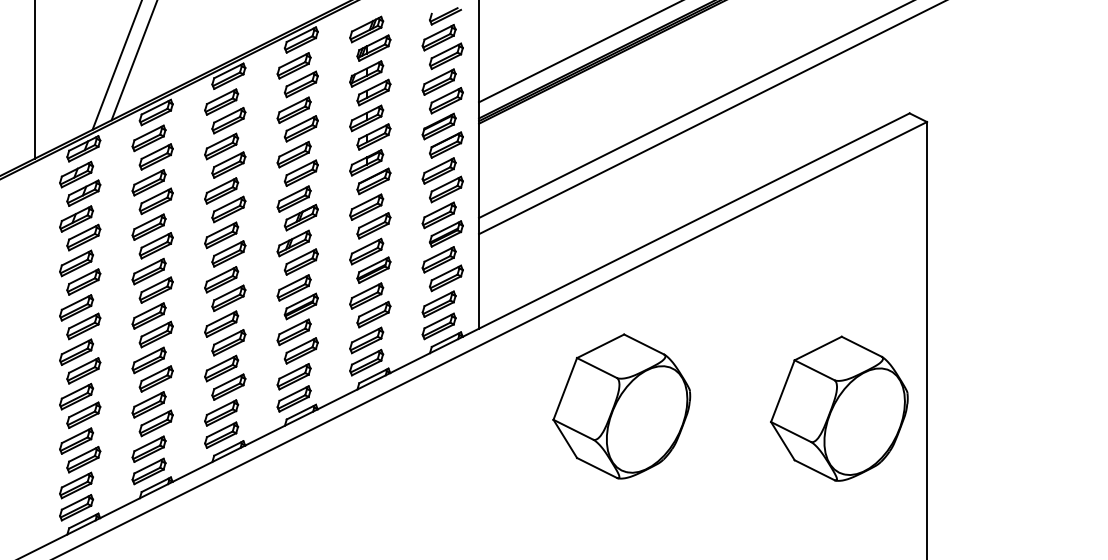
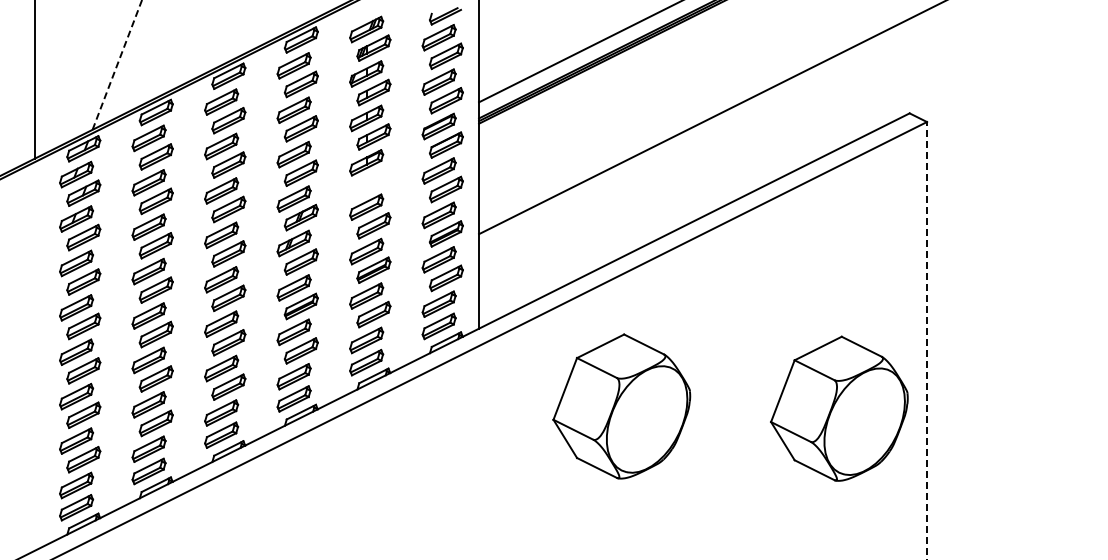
line at (133, 61): present -> none
line at (117, 64): solid -> dashed
line at (694, 110): present -> none
part at (373, 181): present -> none
line at (927, 340): solid -> dashed
